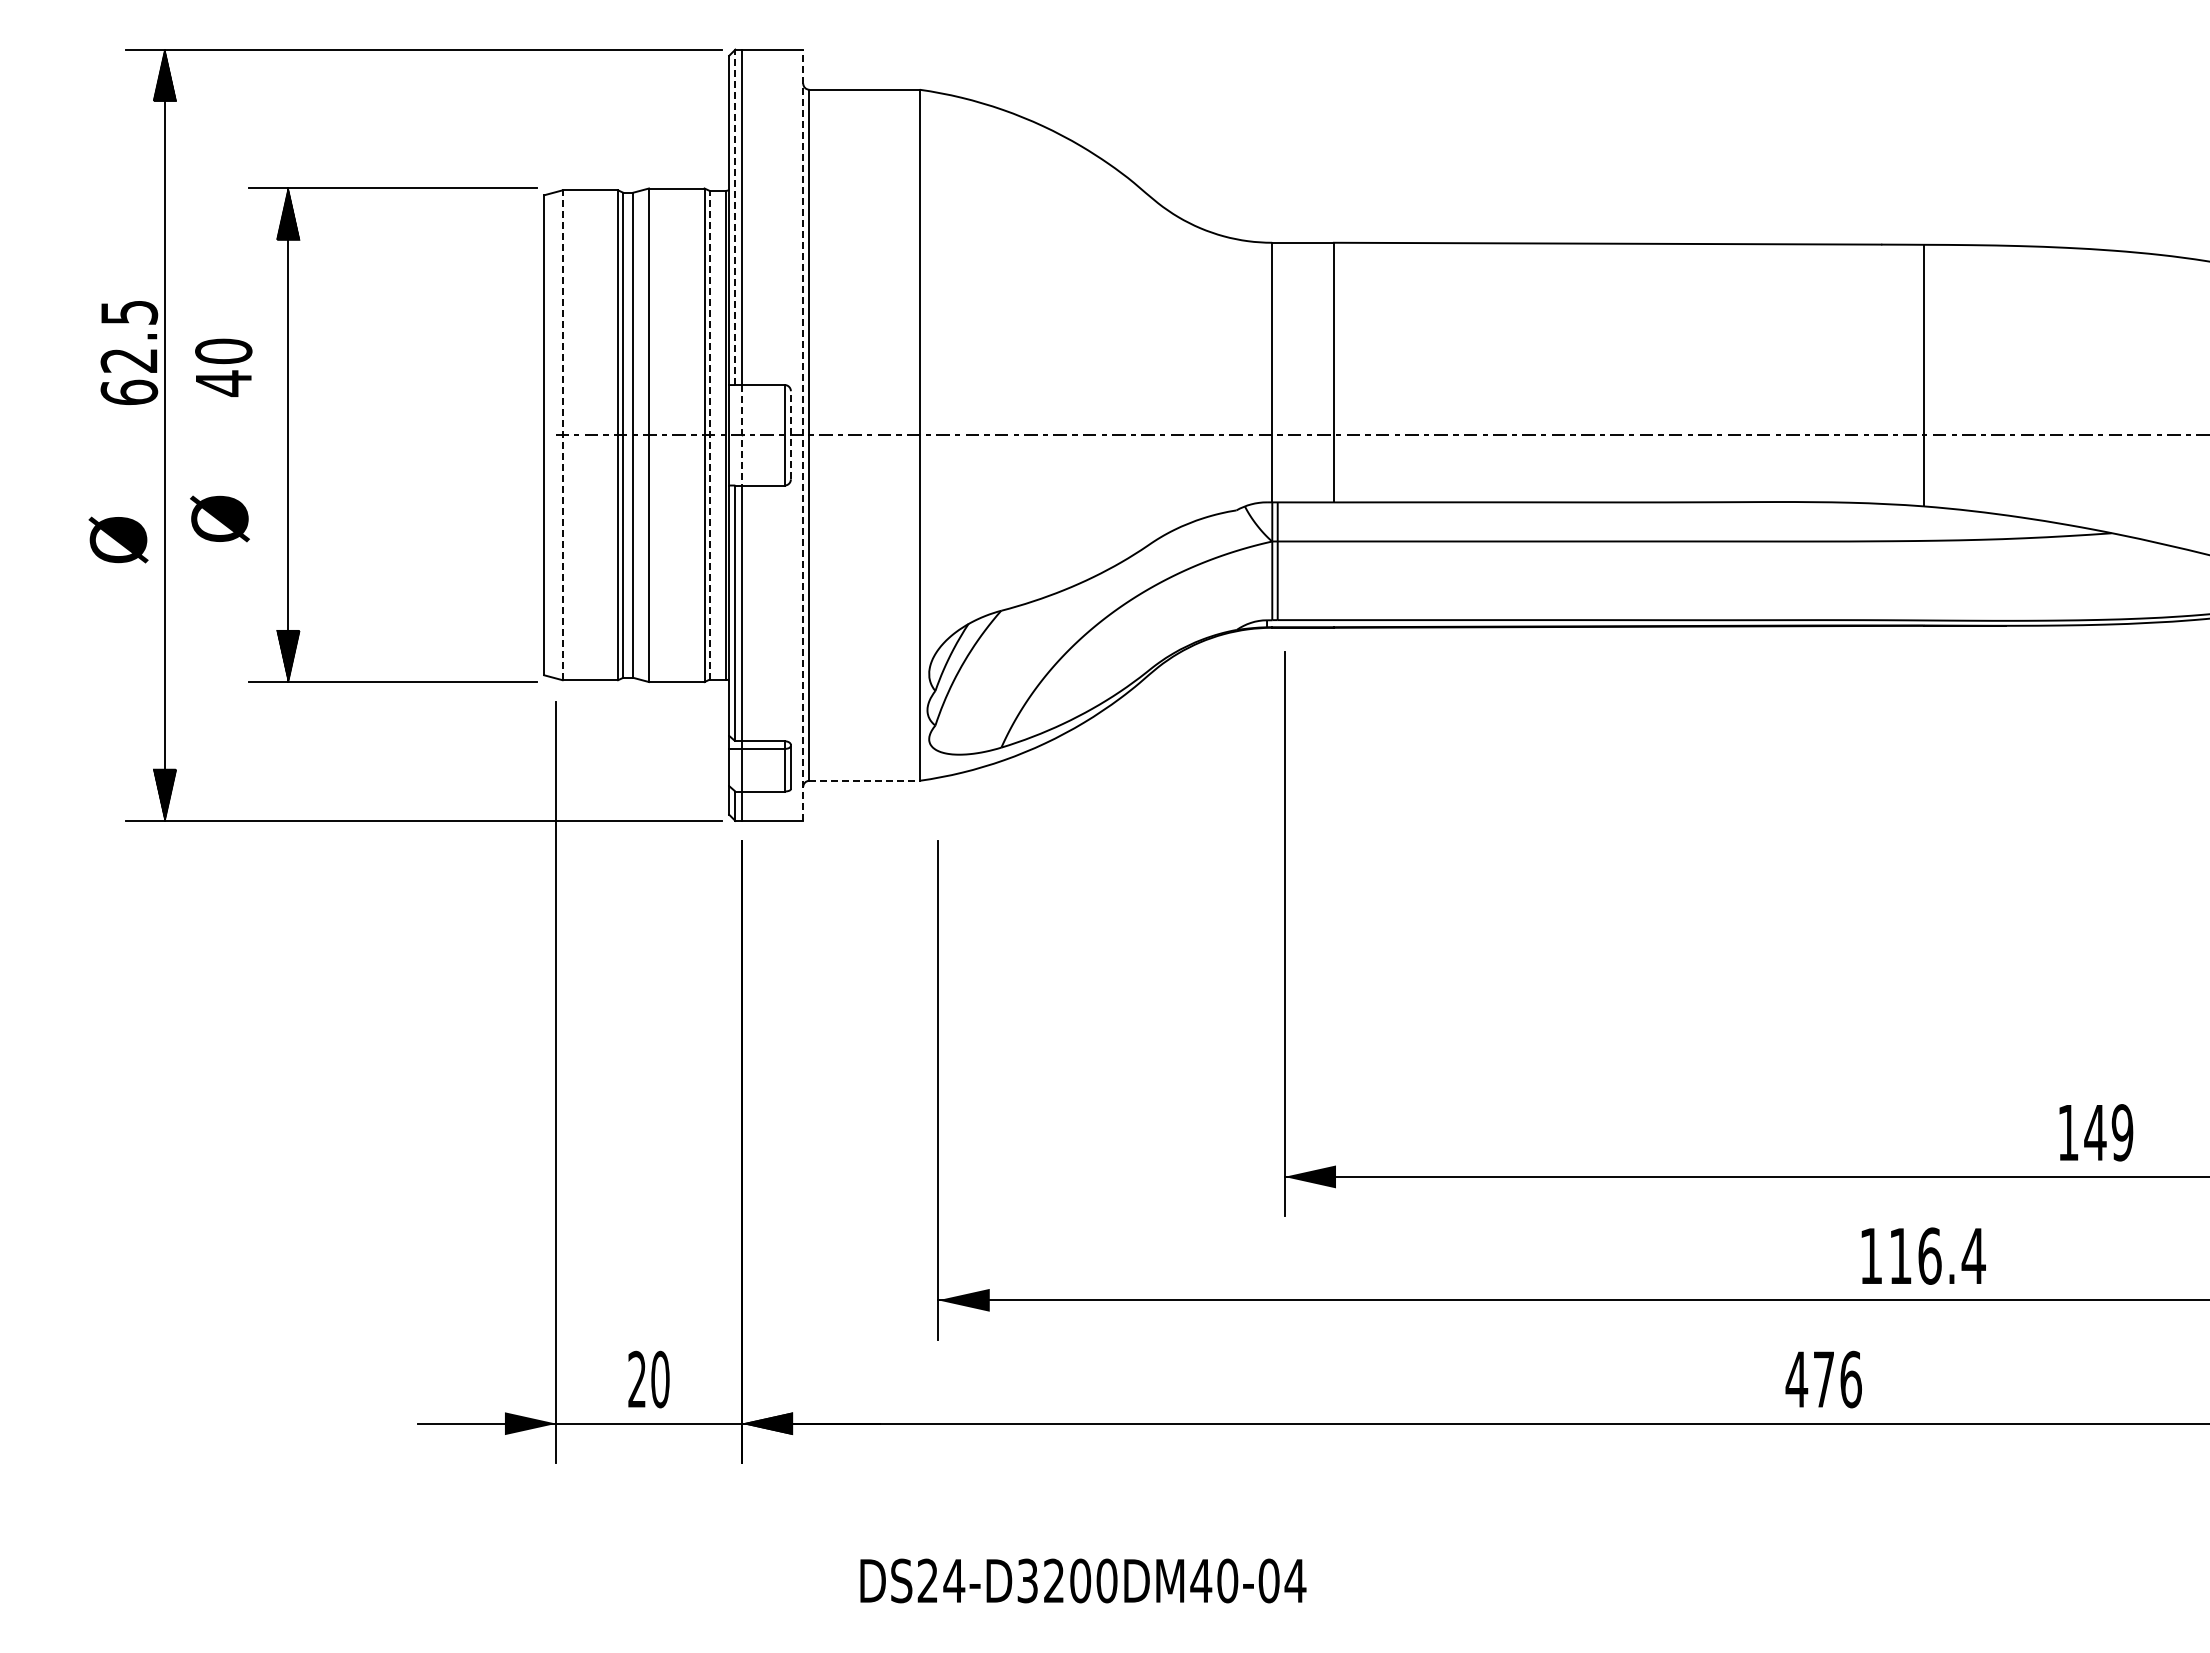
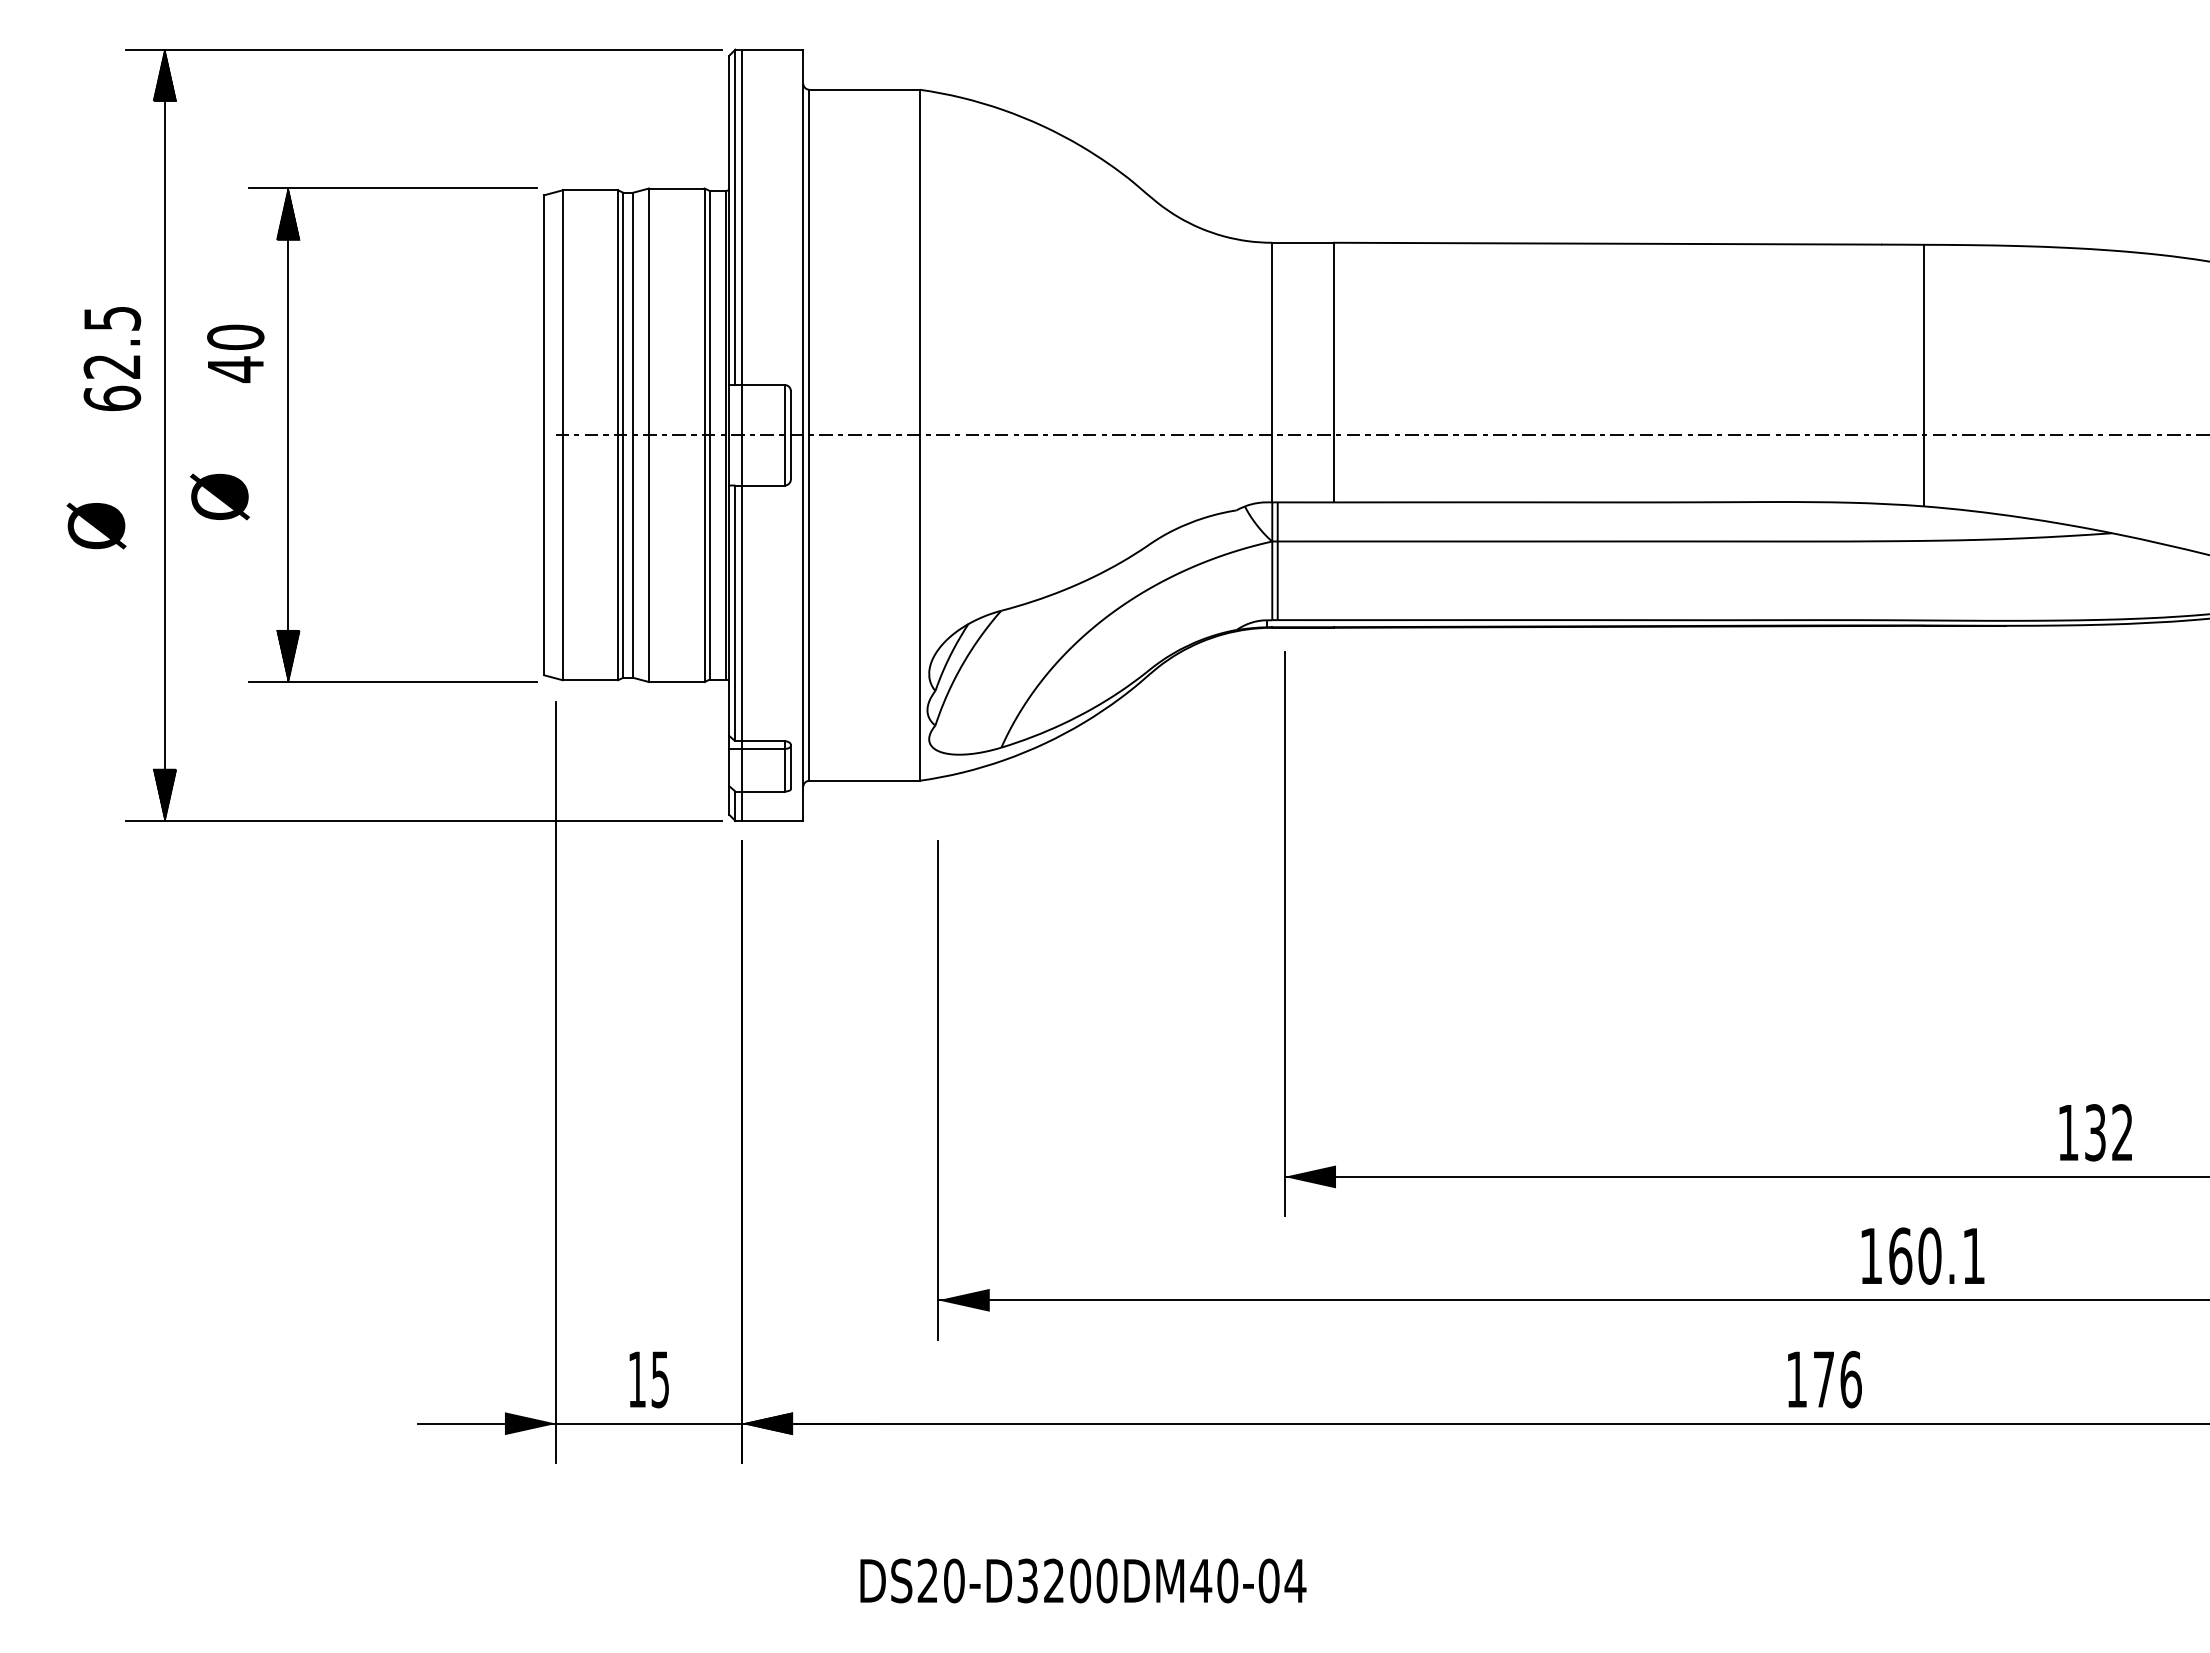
line at (735, 217): dashed -> solid
text at (129, 352) position: (129, 352) -> (112, 358)
text at (223, 367) position: (223, 367) -> (235, 353)
line at (709, 434): dashed -> solid
line at (790, 434): dashed -> solid
line at (562, 435): dashed -> solid
line at (741, 435): dashed -> solid
line at (803, 435): dashed -> solid
text at (219, 518) position: (219, 518) -> (219, 496)
text at (118, 539) position: (118, 539) -> (96, 525)
line at (865, 780): dashed -> solid
text at (2108, 1132): 149 -> 132
text at (1937, 1255): 116.4 -> 160.1
text at (648, 1379): 20 -> 15
text at (1796, 1379): 476 -> 176
text at (954, 1580): DS24-D3200DM40-04 -> DS20-D3200DM40-04
